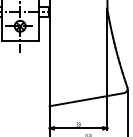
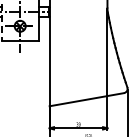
line at (1, 21): solid -> dashed
